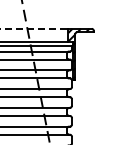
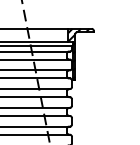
line at (34, 28): dashed -> solid
